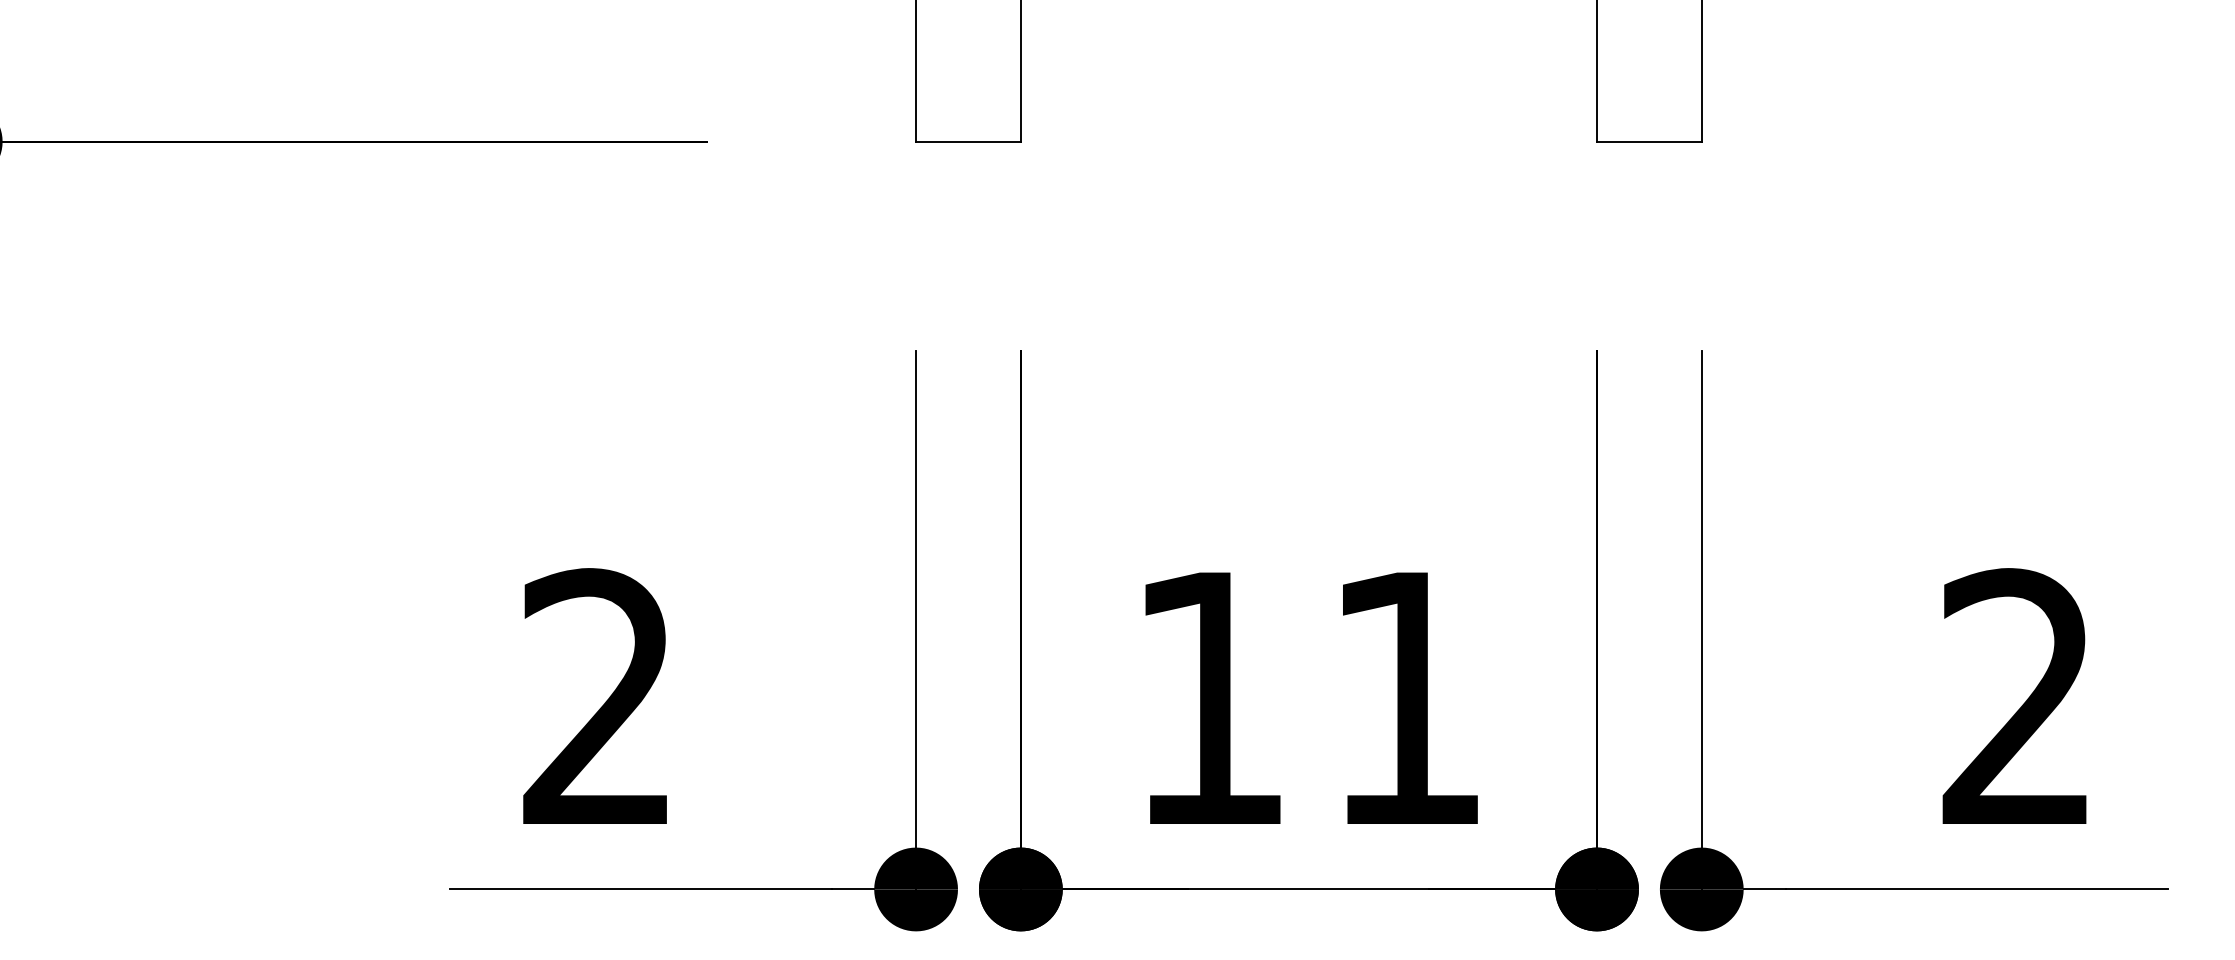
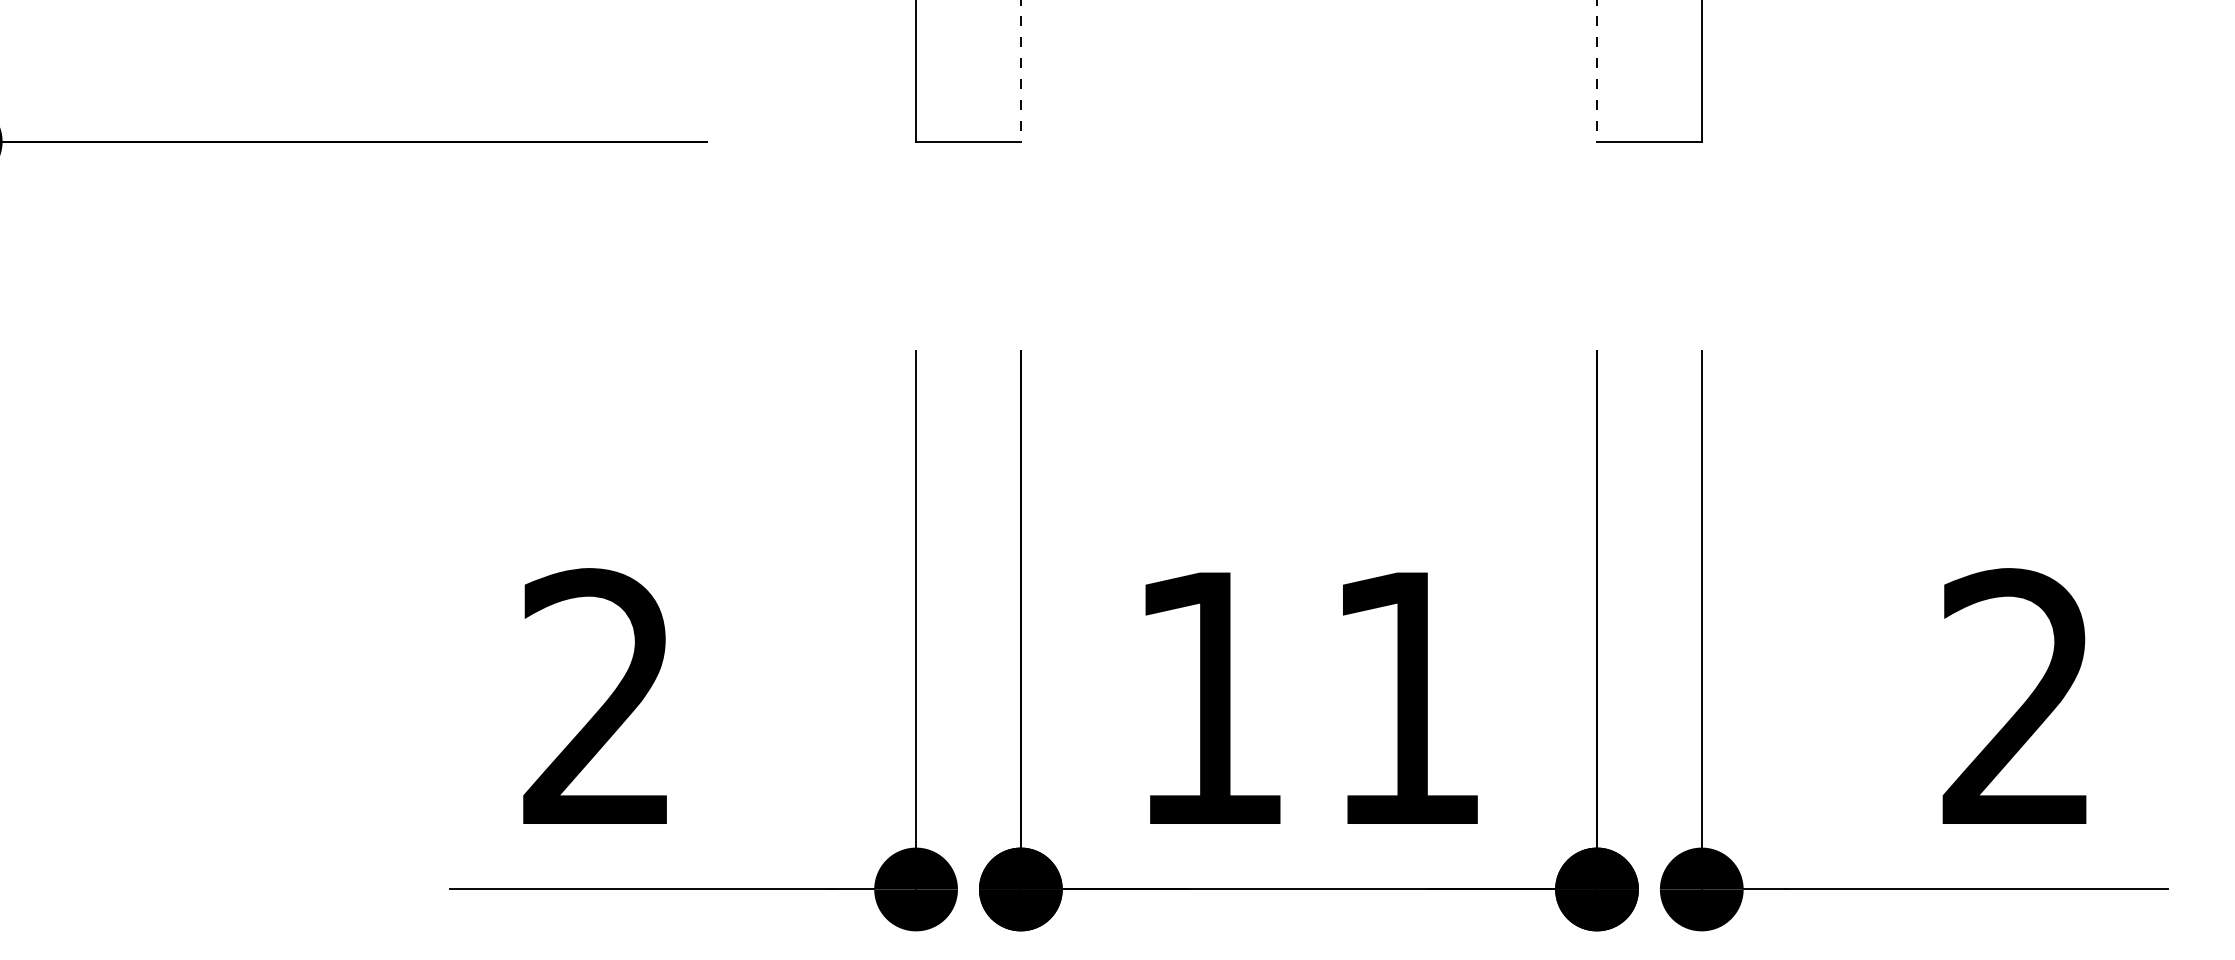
line at (1020, 71): solid -> dashed
line at (1597, 71): solid -> dashed
